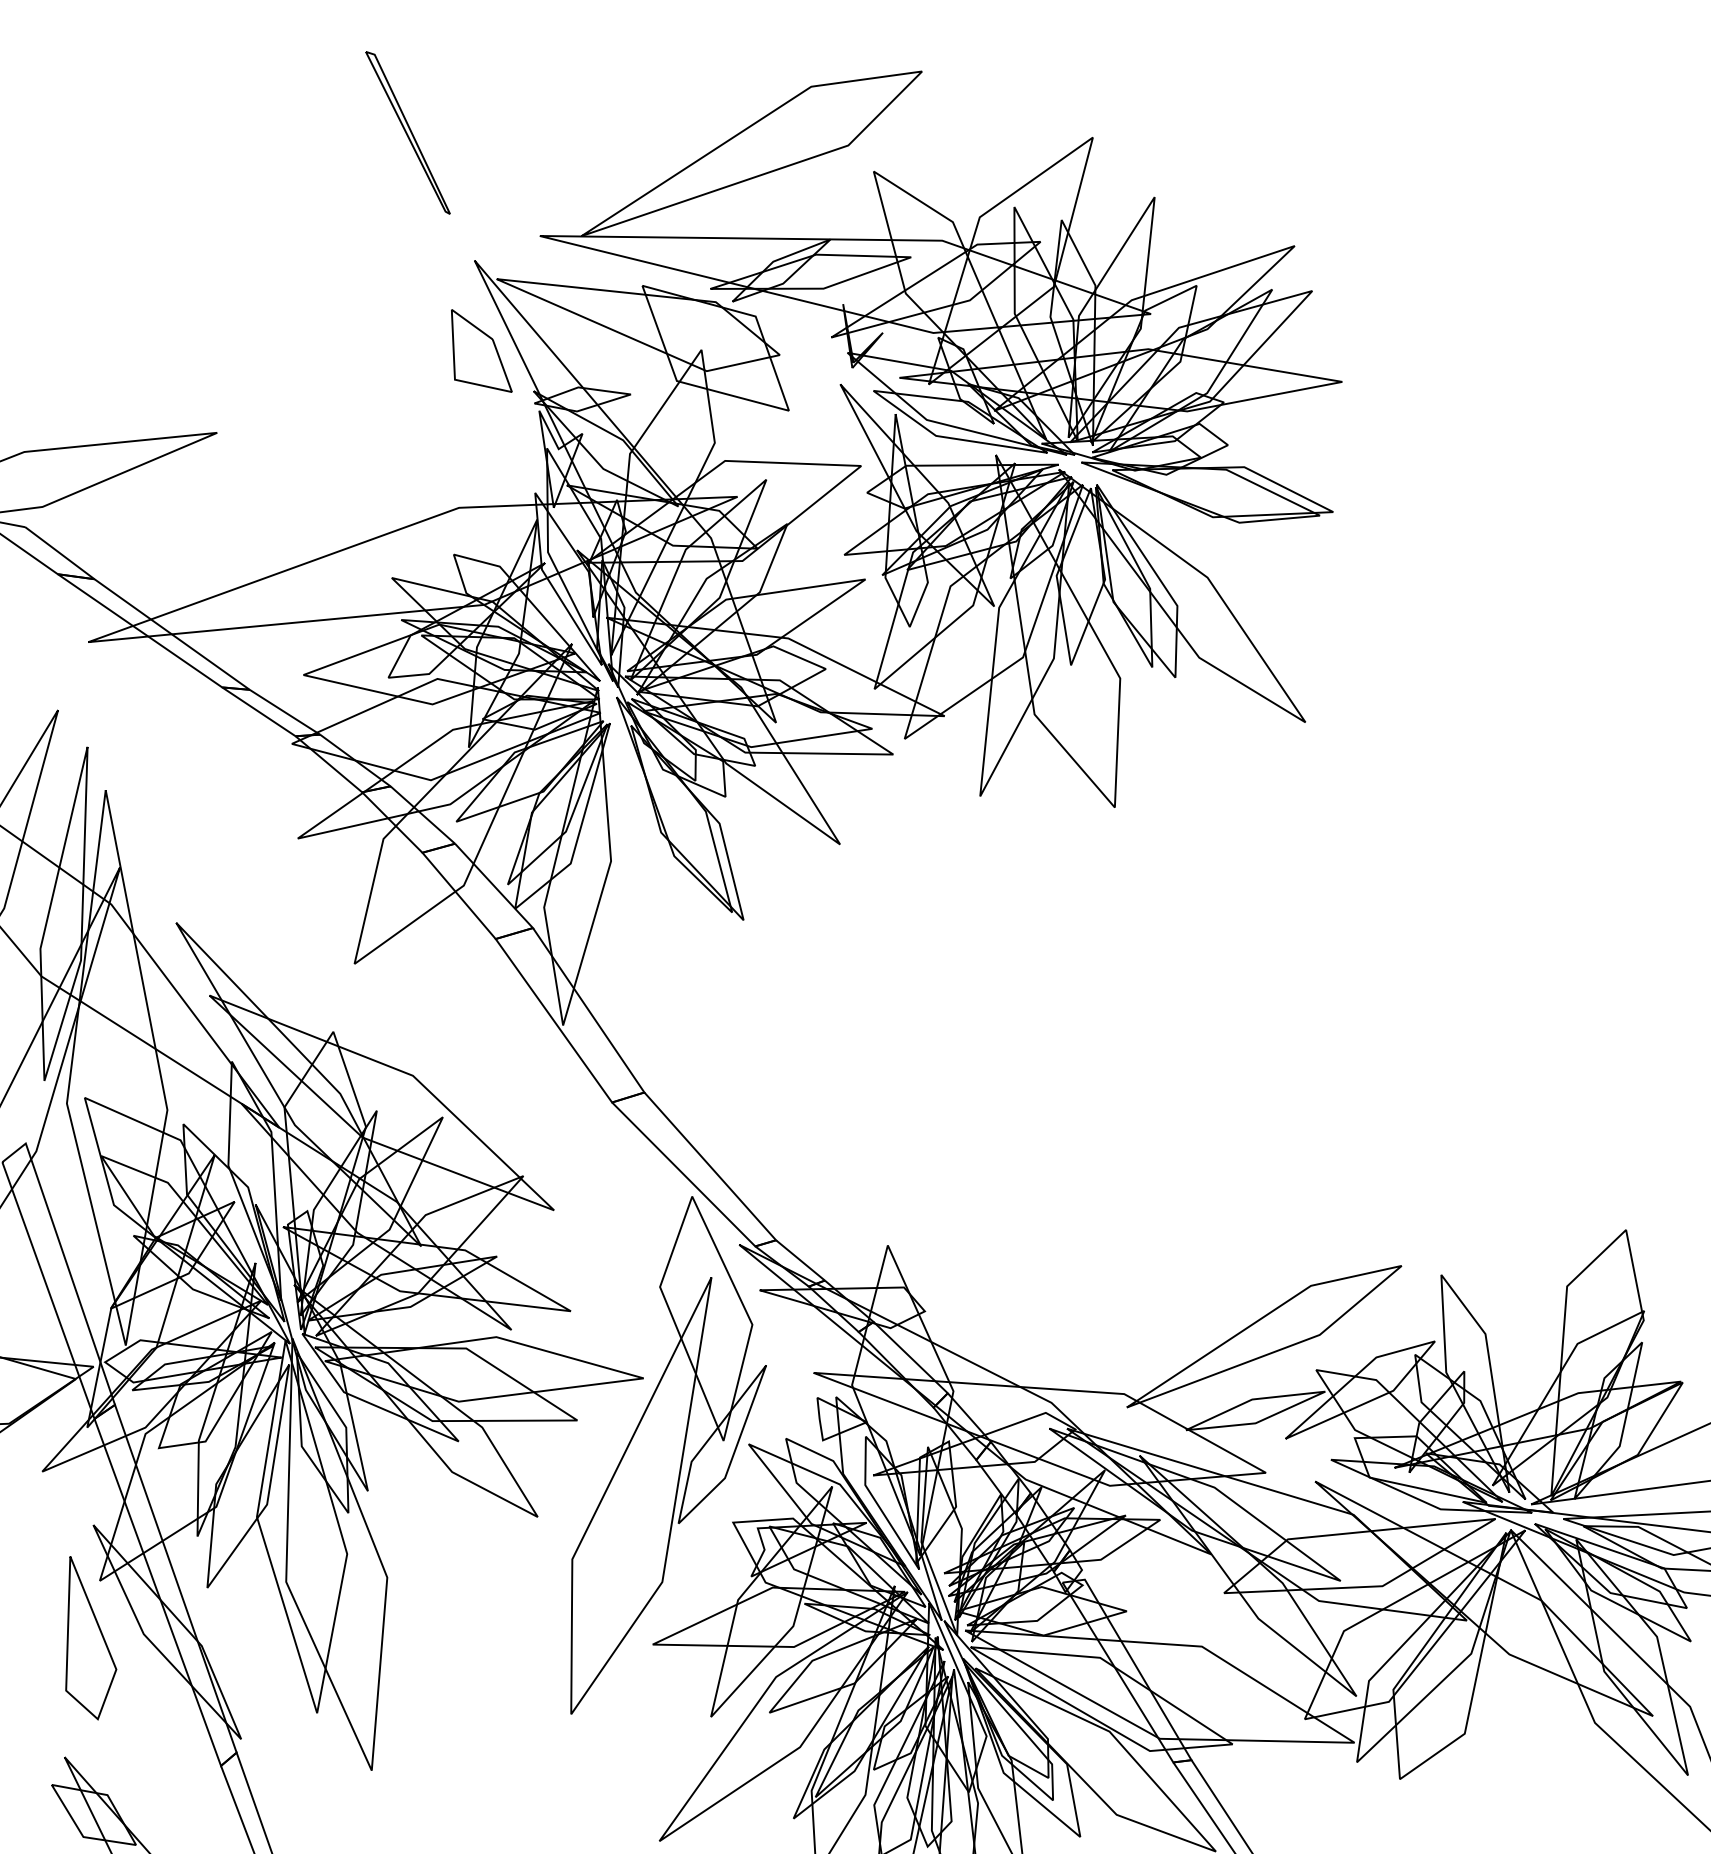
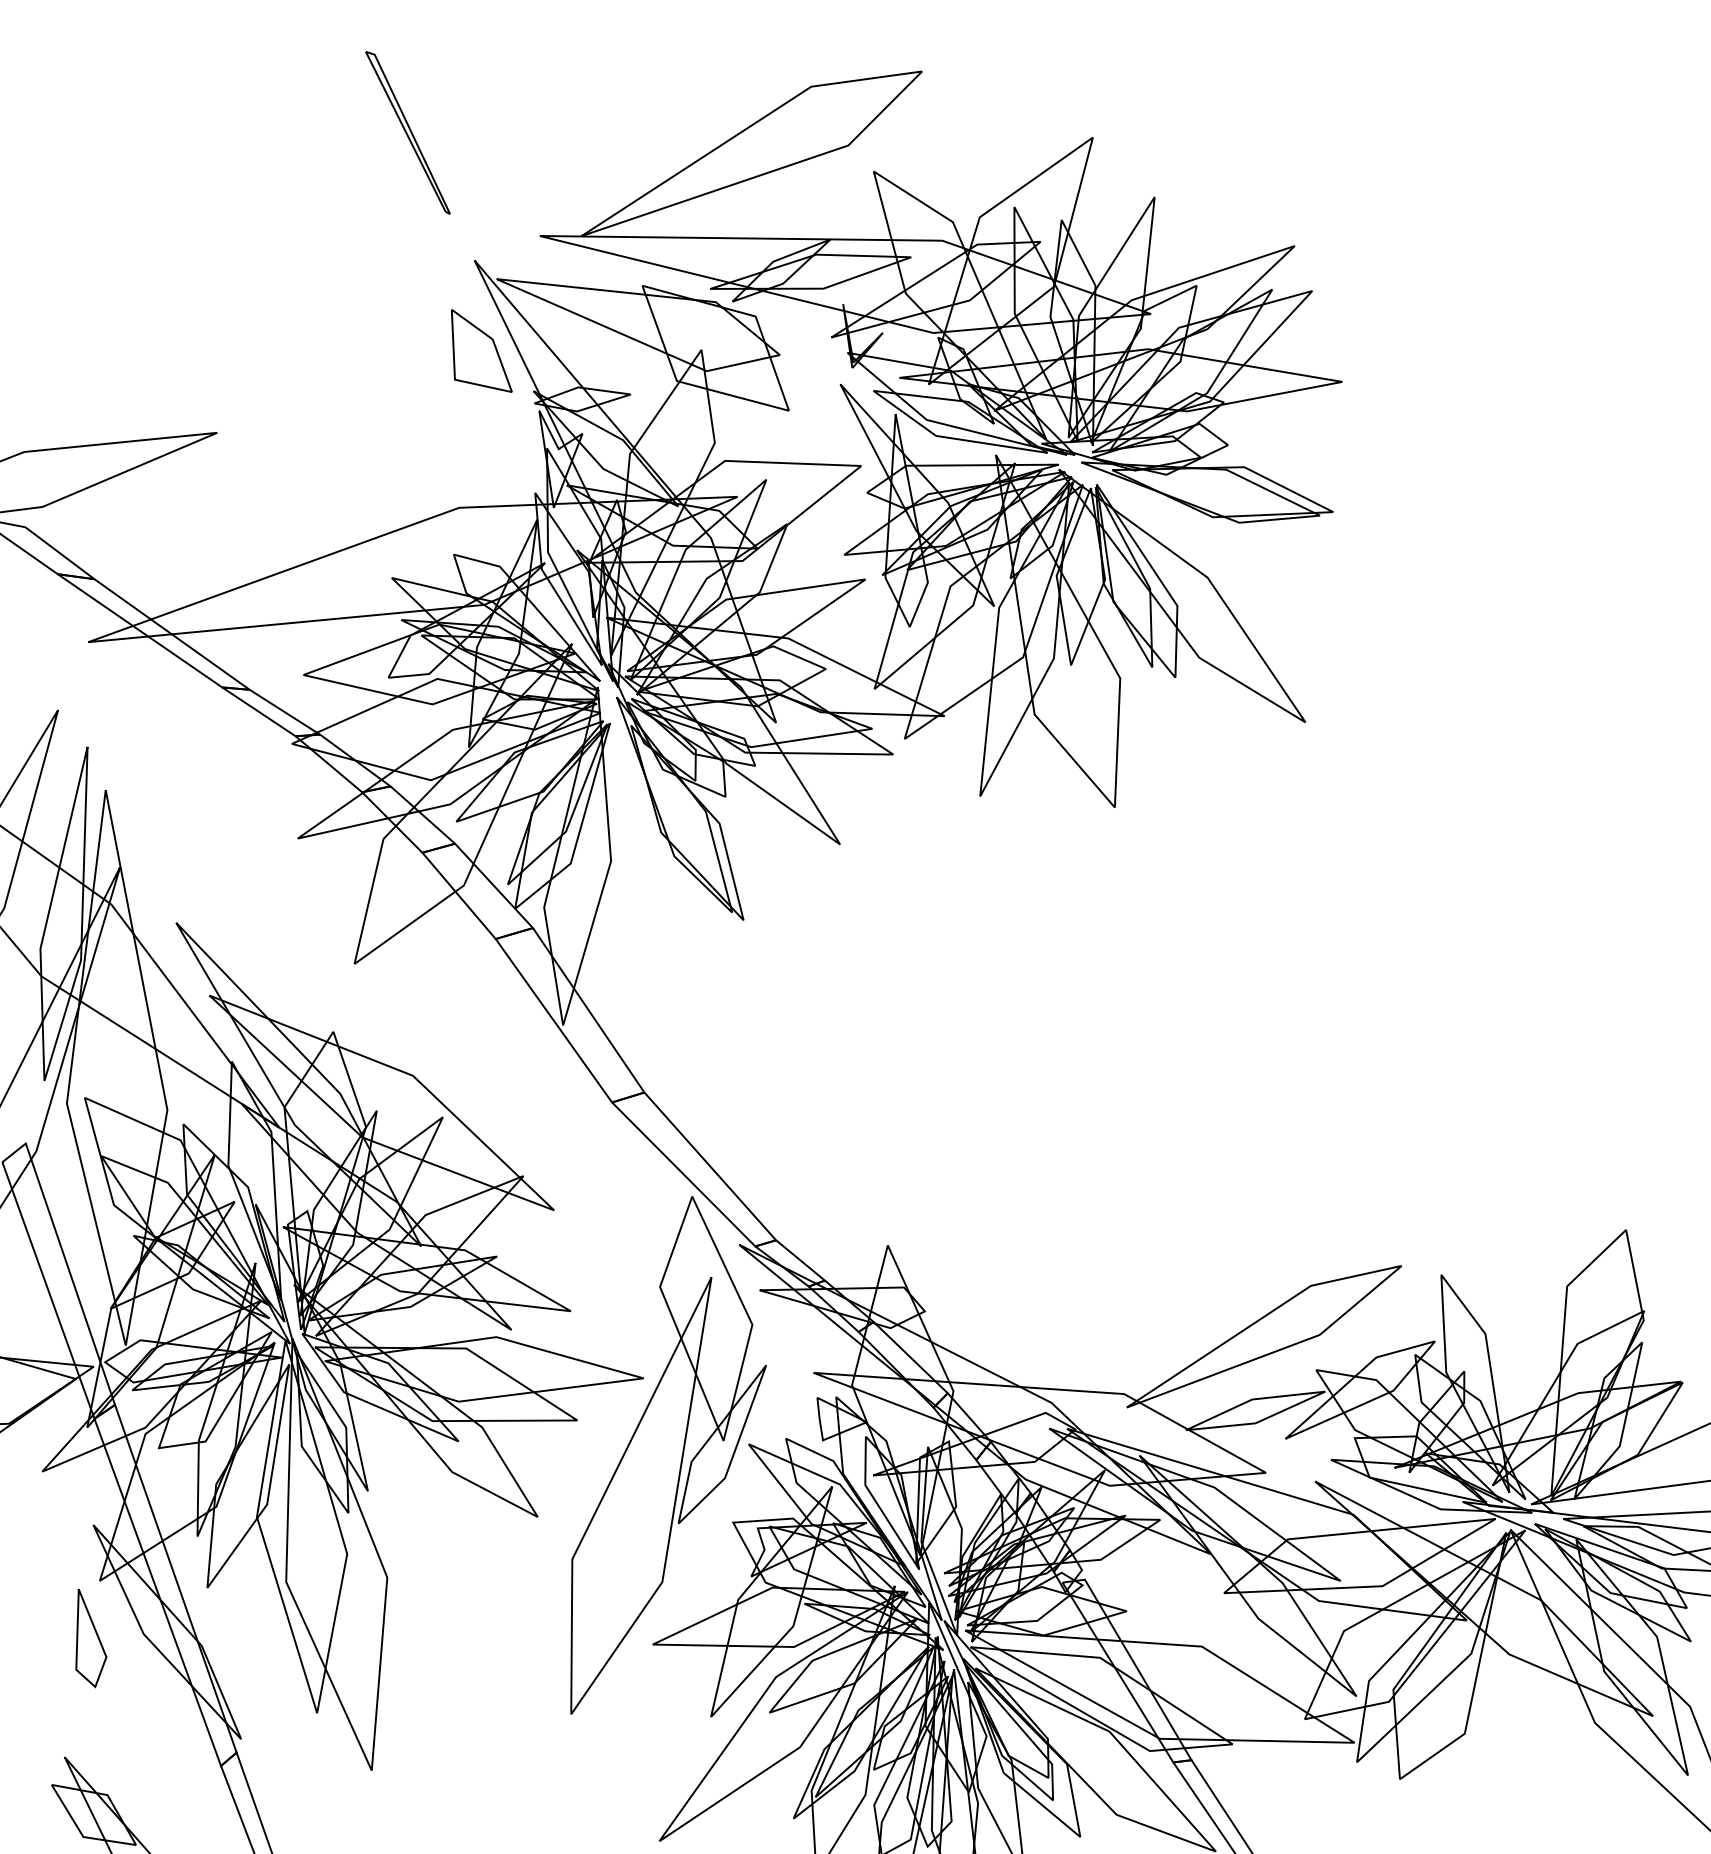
part at (91, 1638) size: 53x165 px -> 33x100 px
